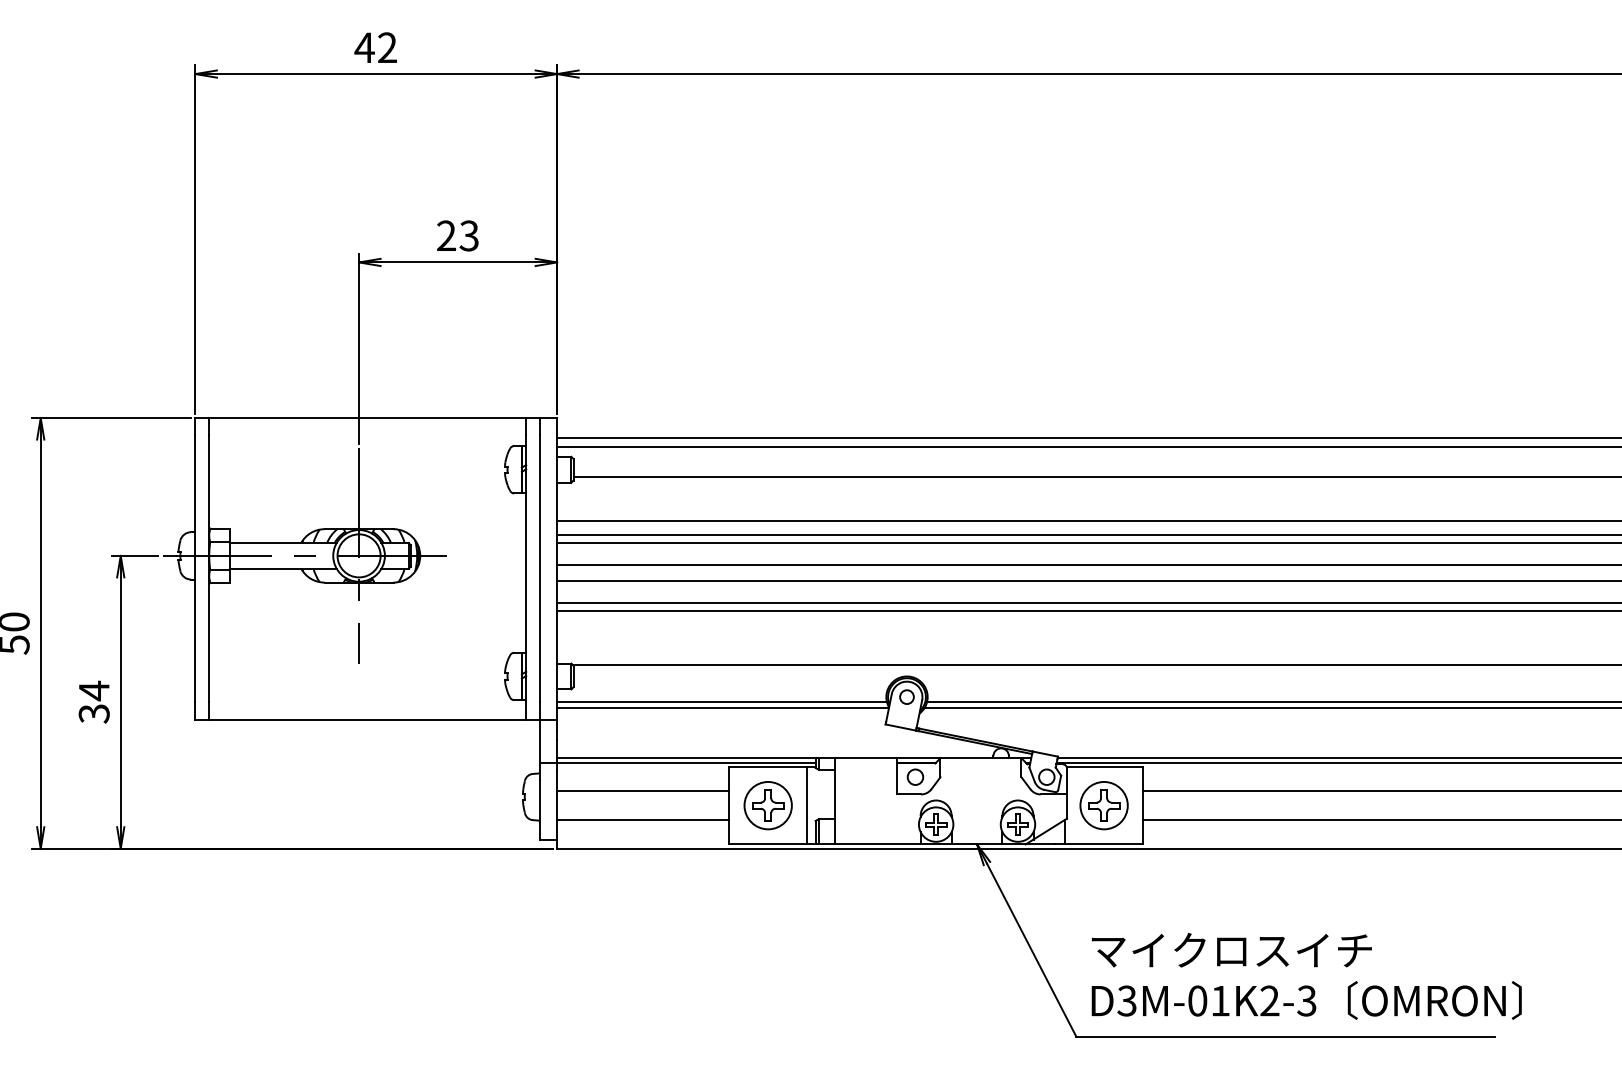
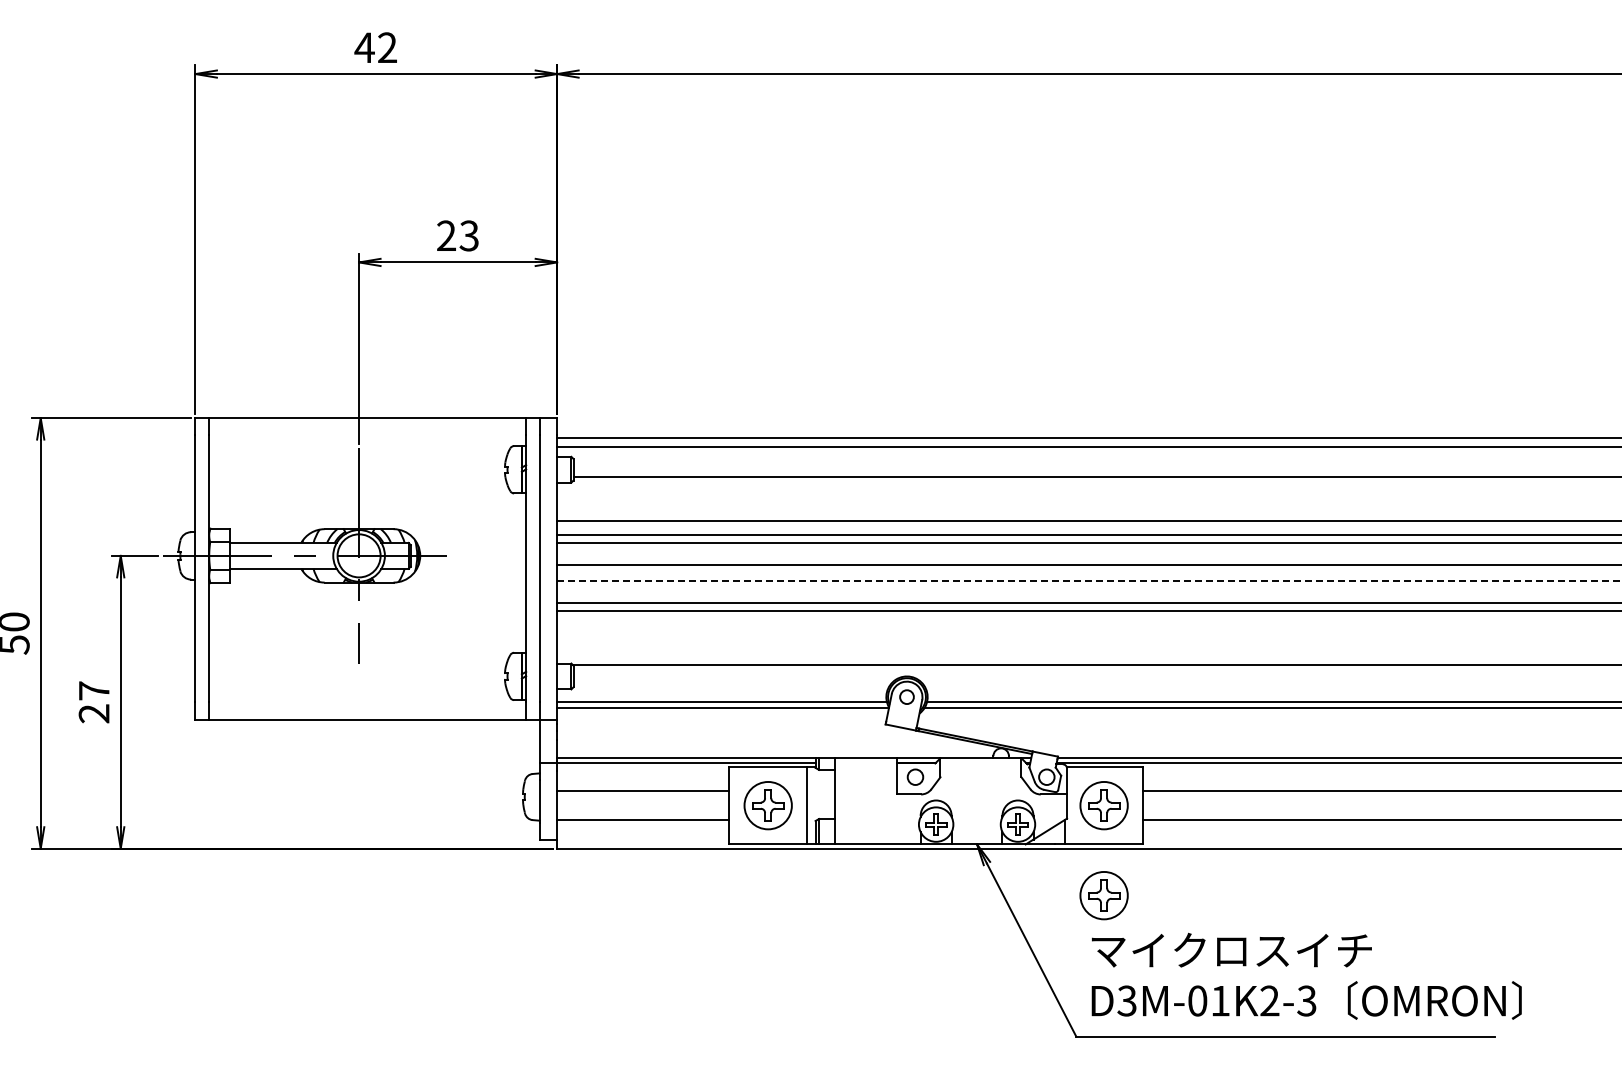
line at (1089, 580): solid -> dashed
text at (94, 701): 34 -> 27
part at (1103, 895): none -> present
